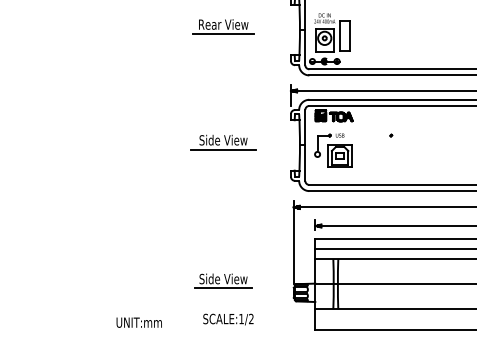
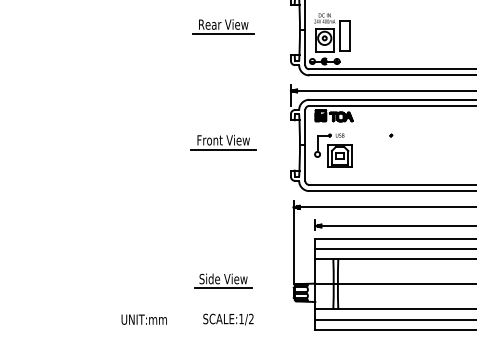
text at (223, 139): Side View -> Front View
line at (394, 319): none -> present
text at (138, 322) position: (138, 322) -> (143, 319)
